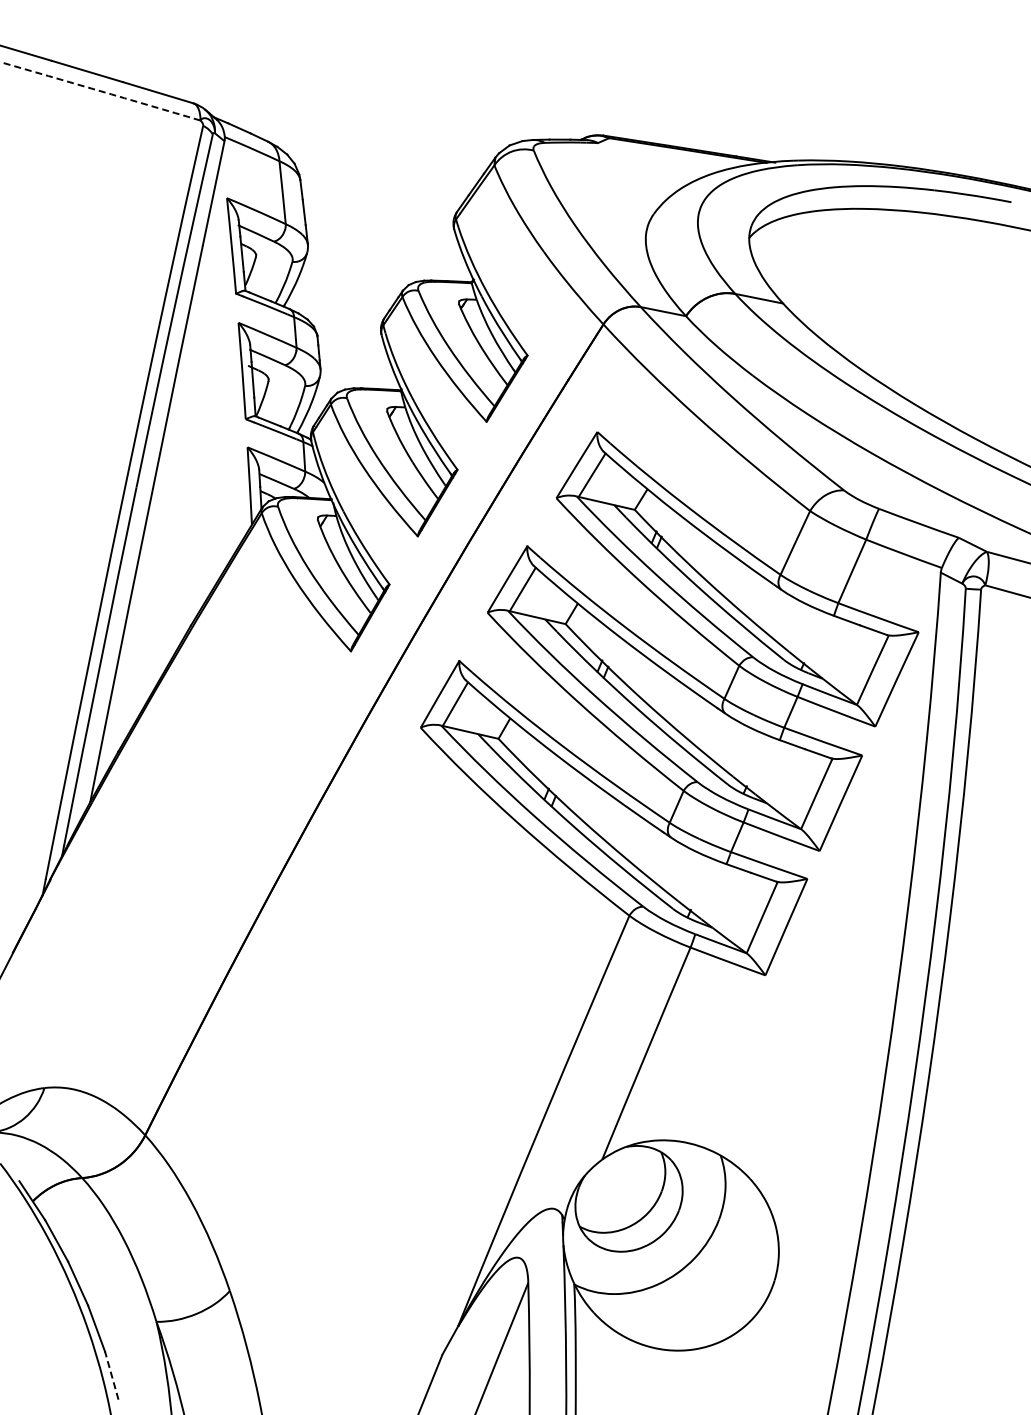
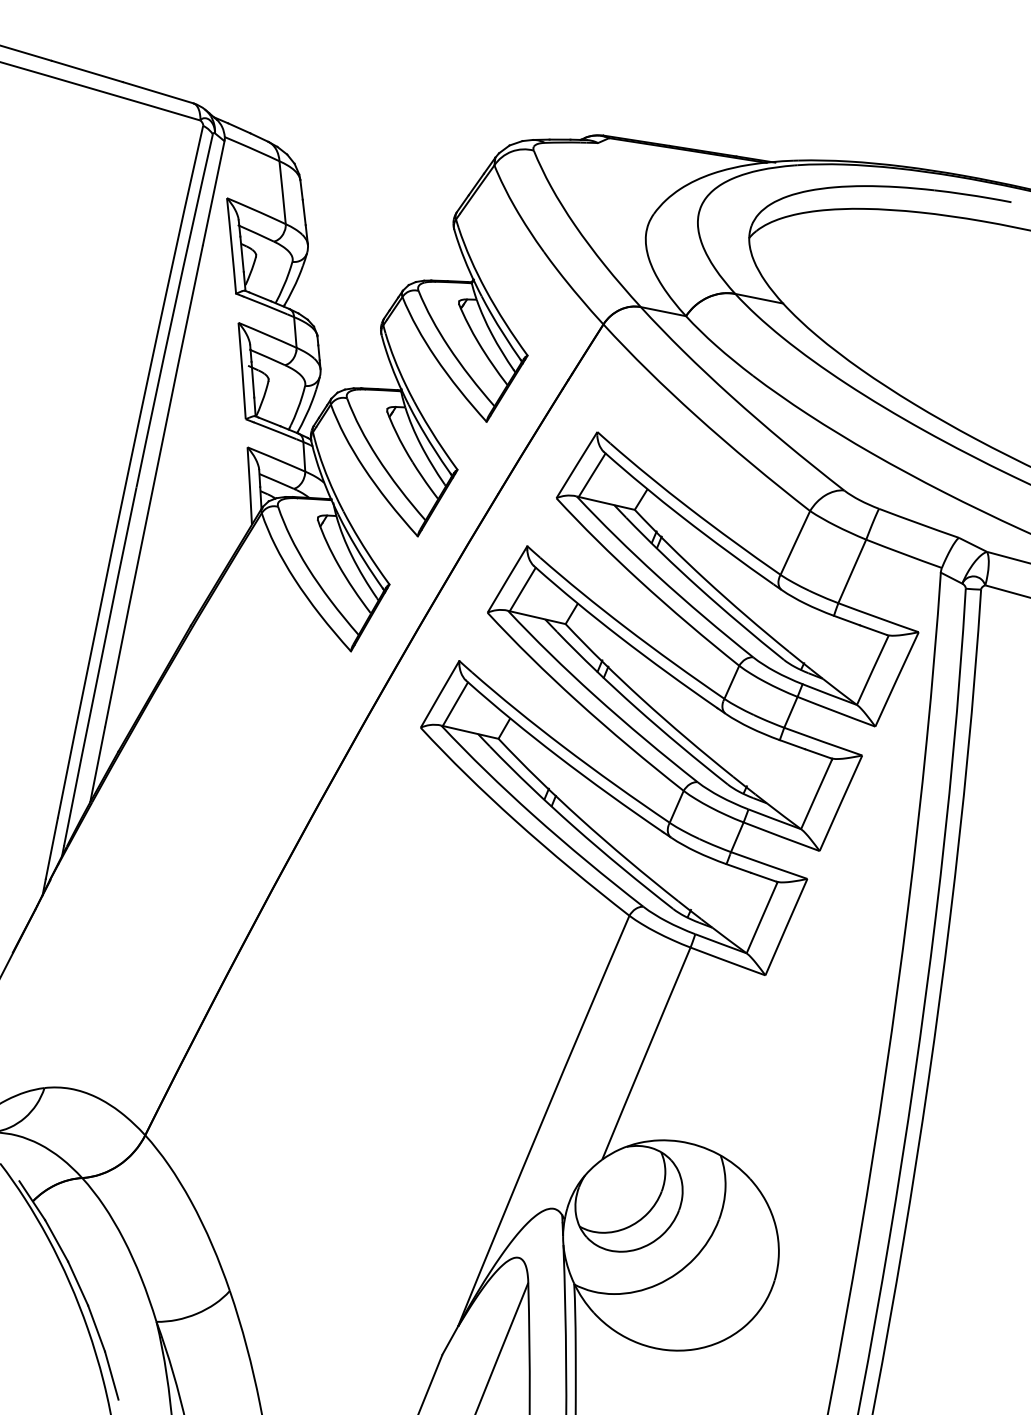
arc at (100, 91): dashed -> solid
line at (111, 1375): dashed -> solid
